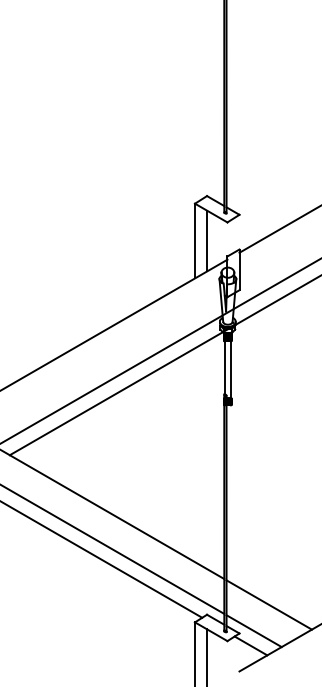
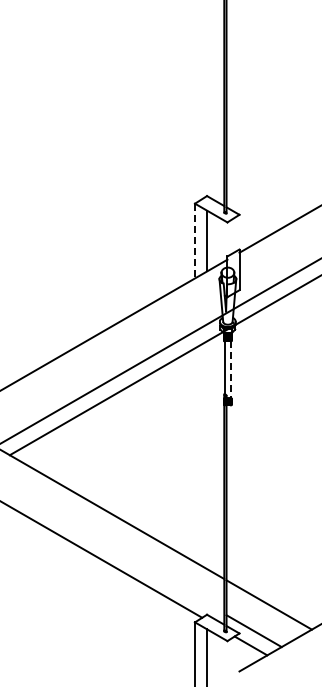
line at (195, 241): solid -> dashed
line at (231, 370): solid -> dashed
line at (113, 549): present -> none
